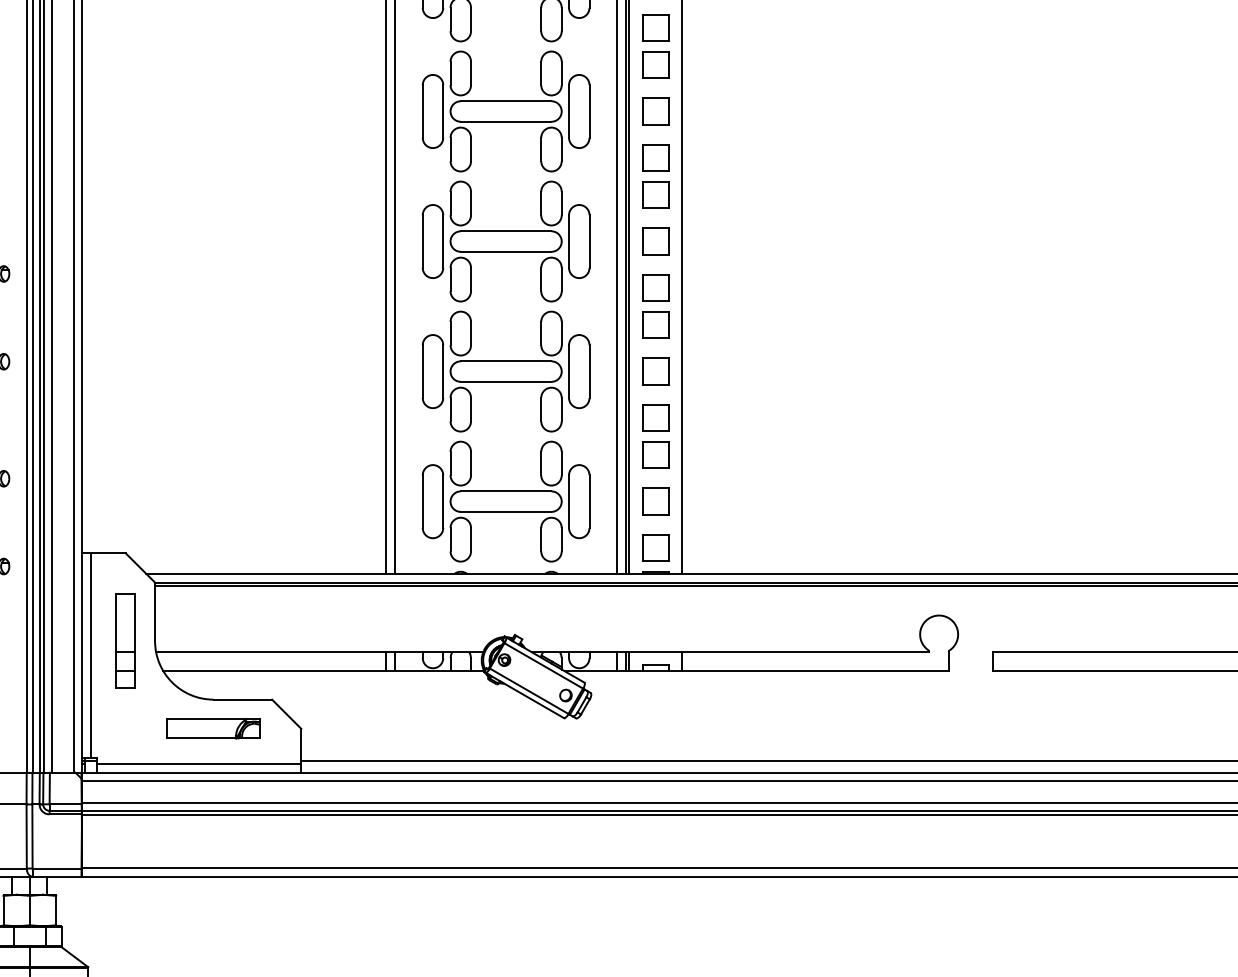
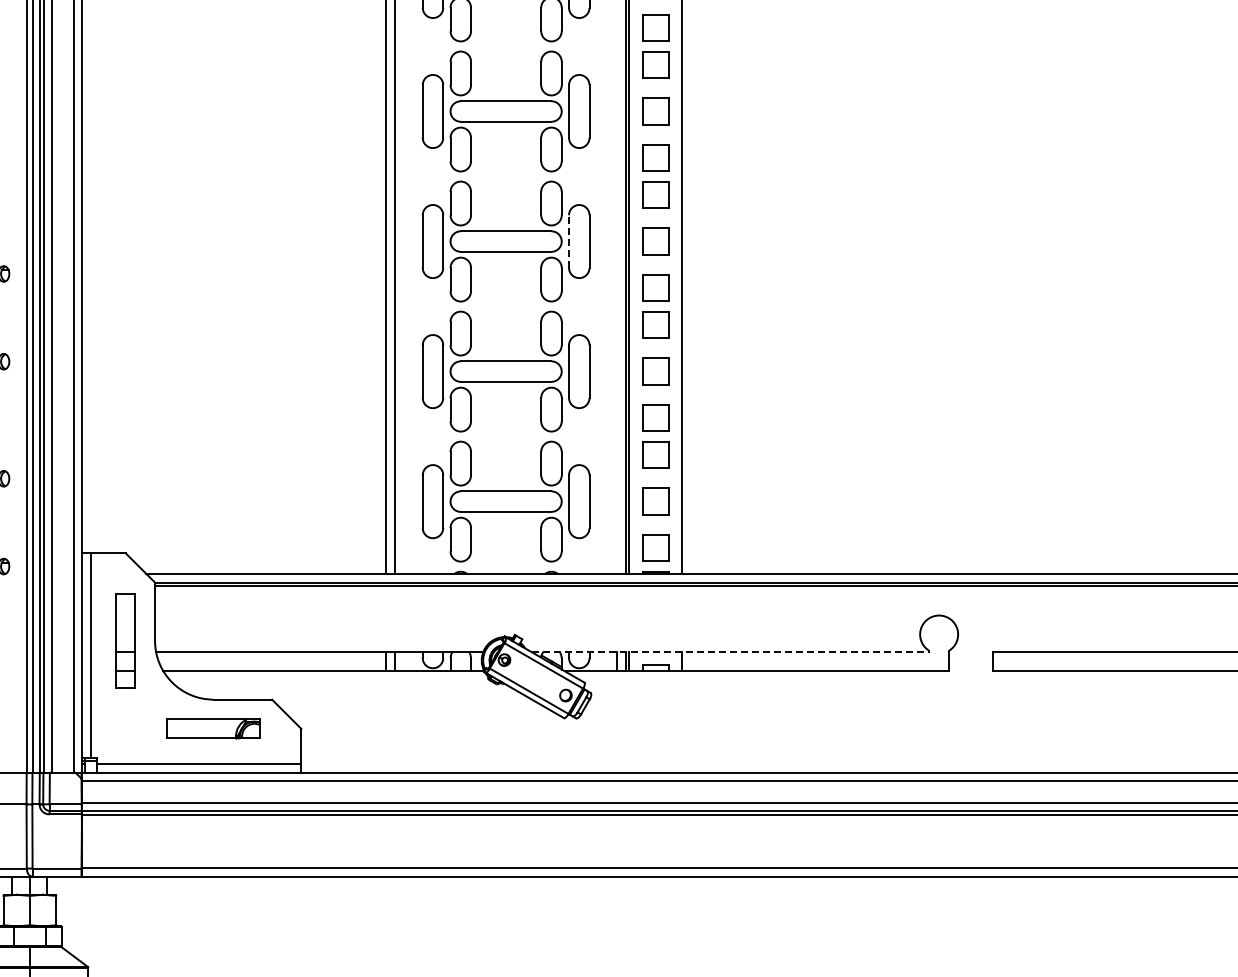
line at (569, 241): solid -> dashed
line at (617, 287): present -> none
line at (730, 652): solid -> dashed
line at (767, 761): present -> none
